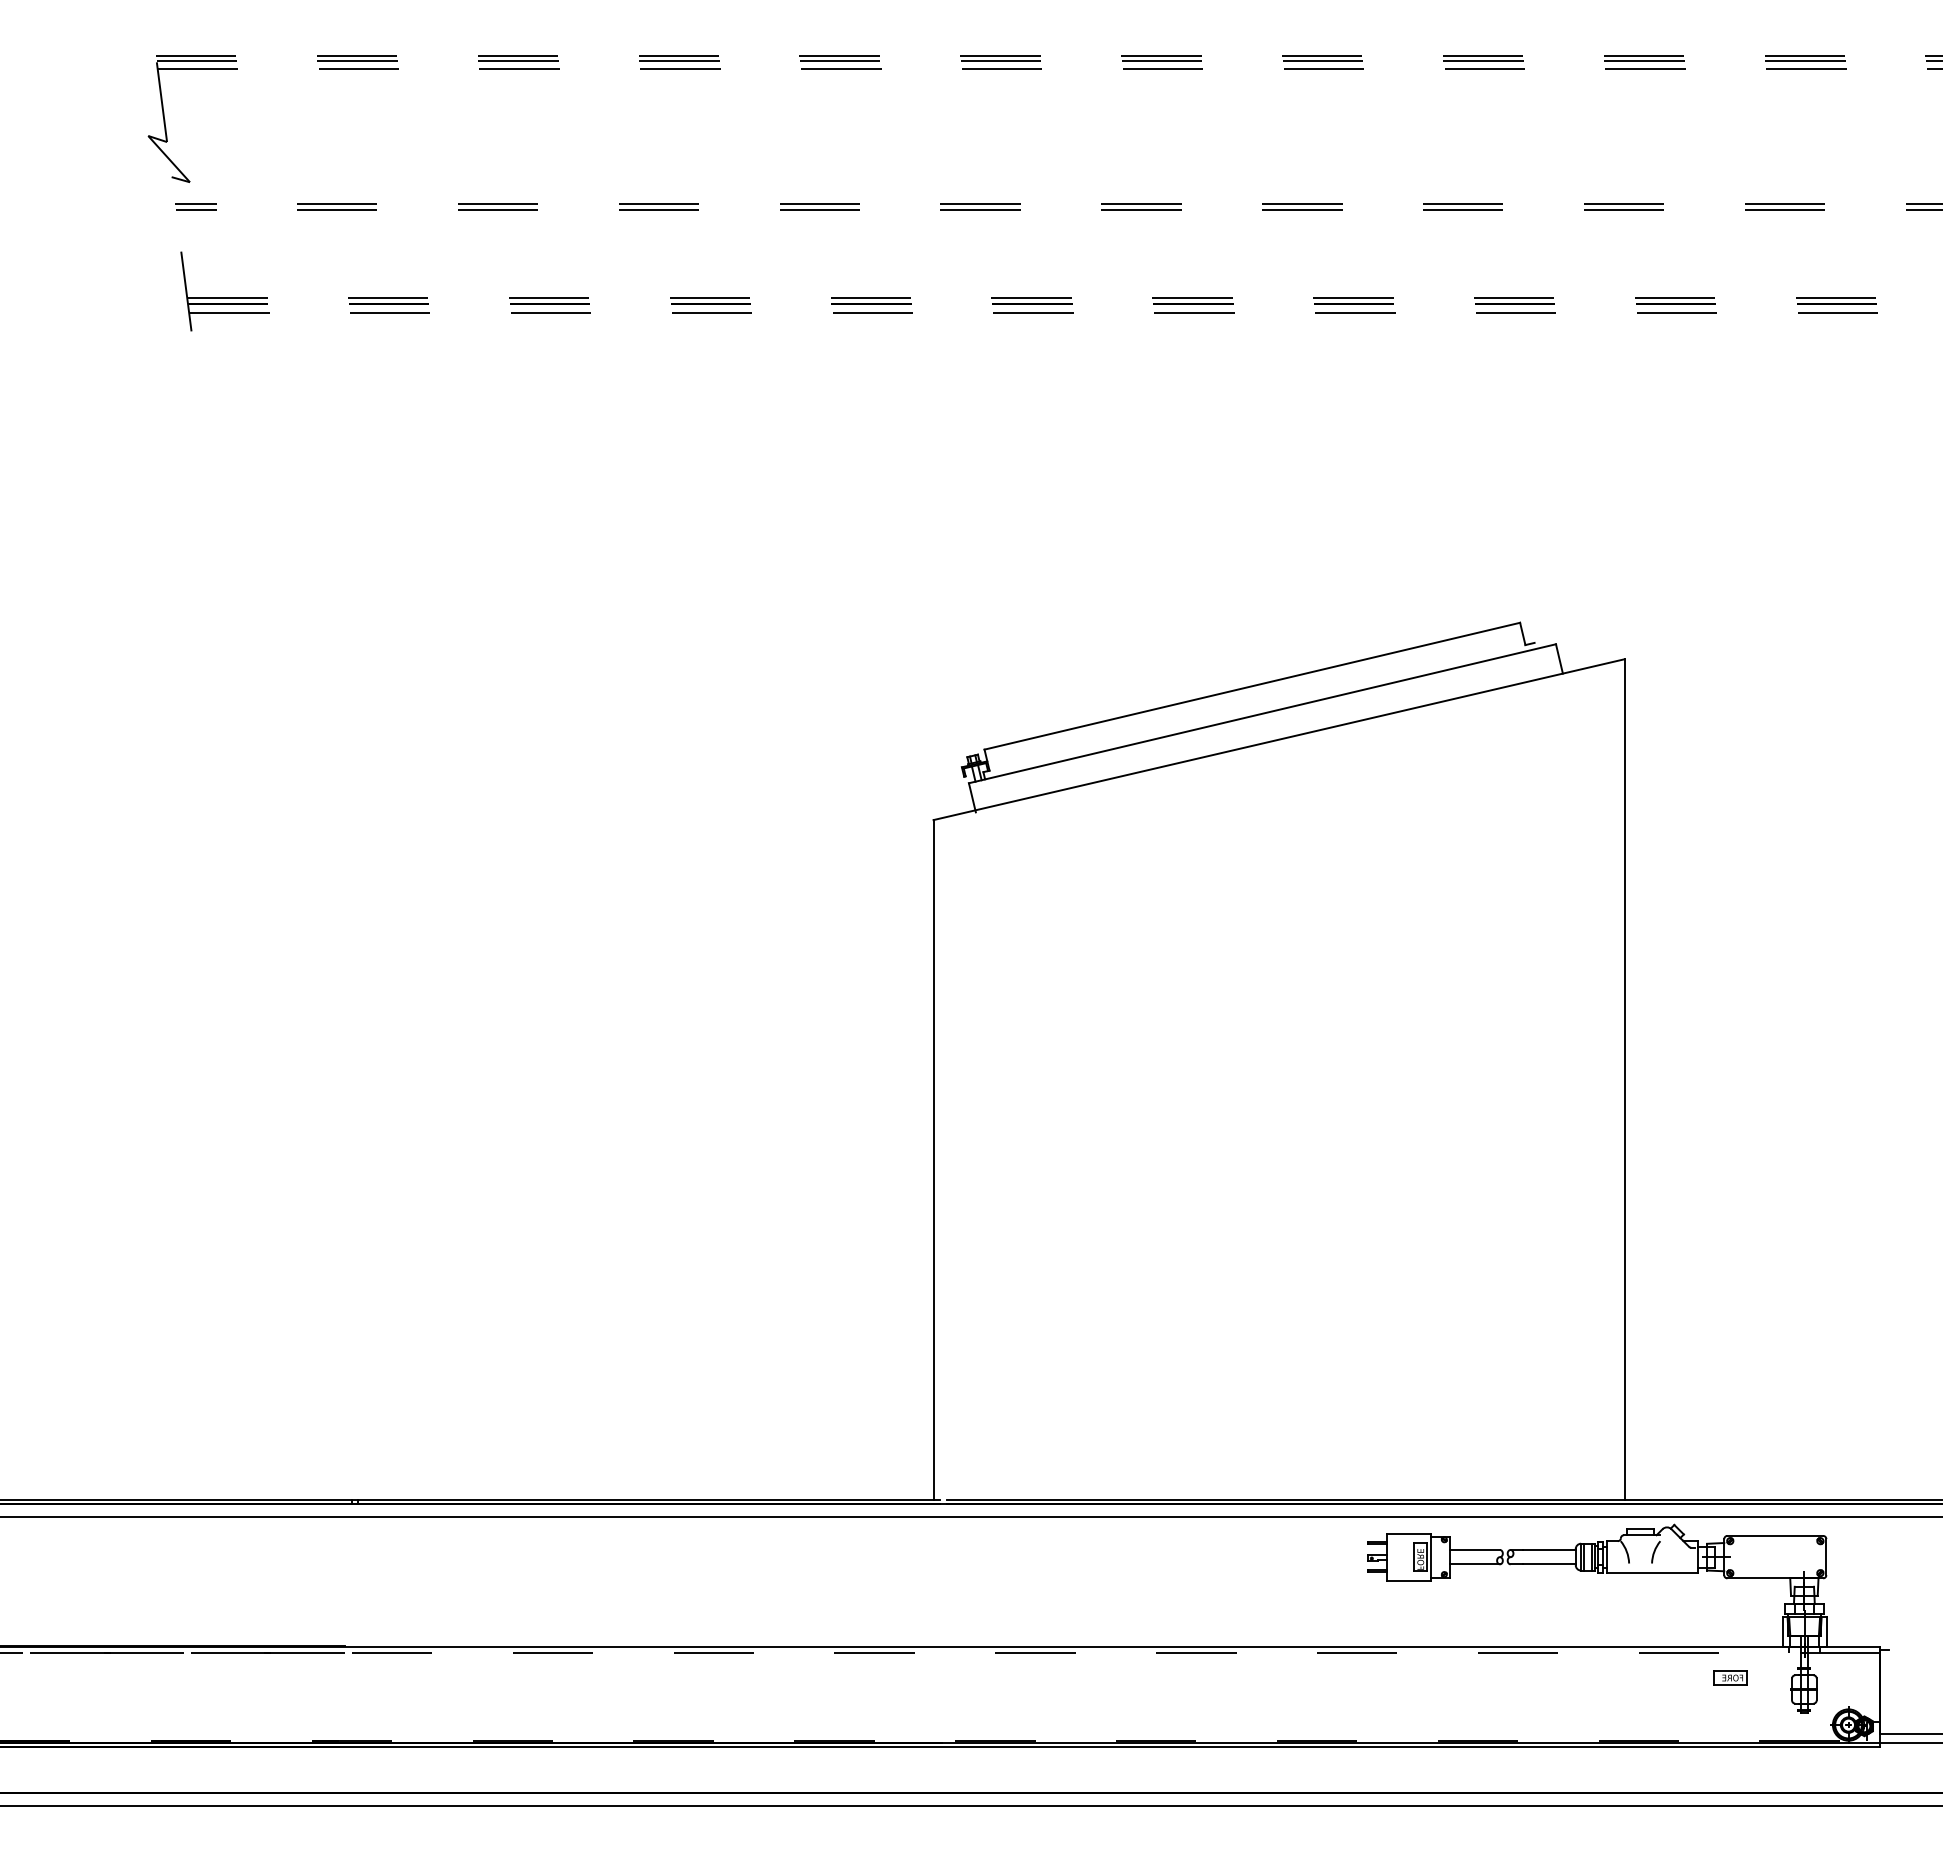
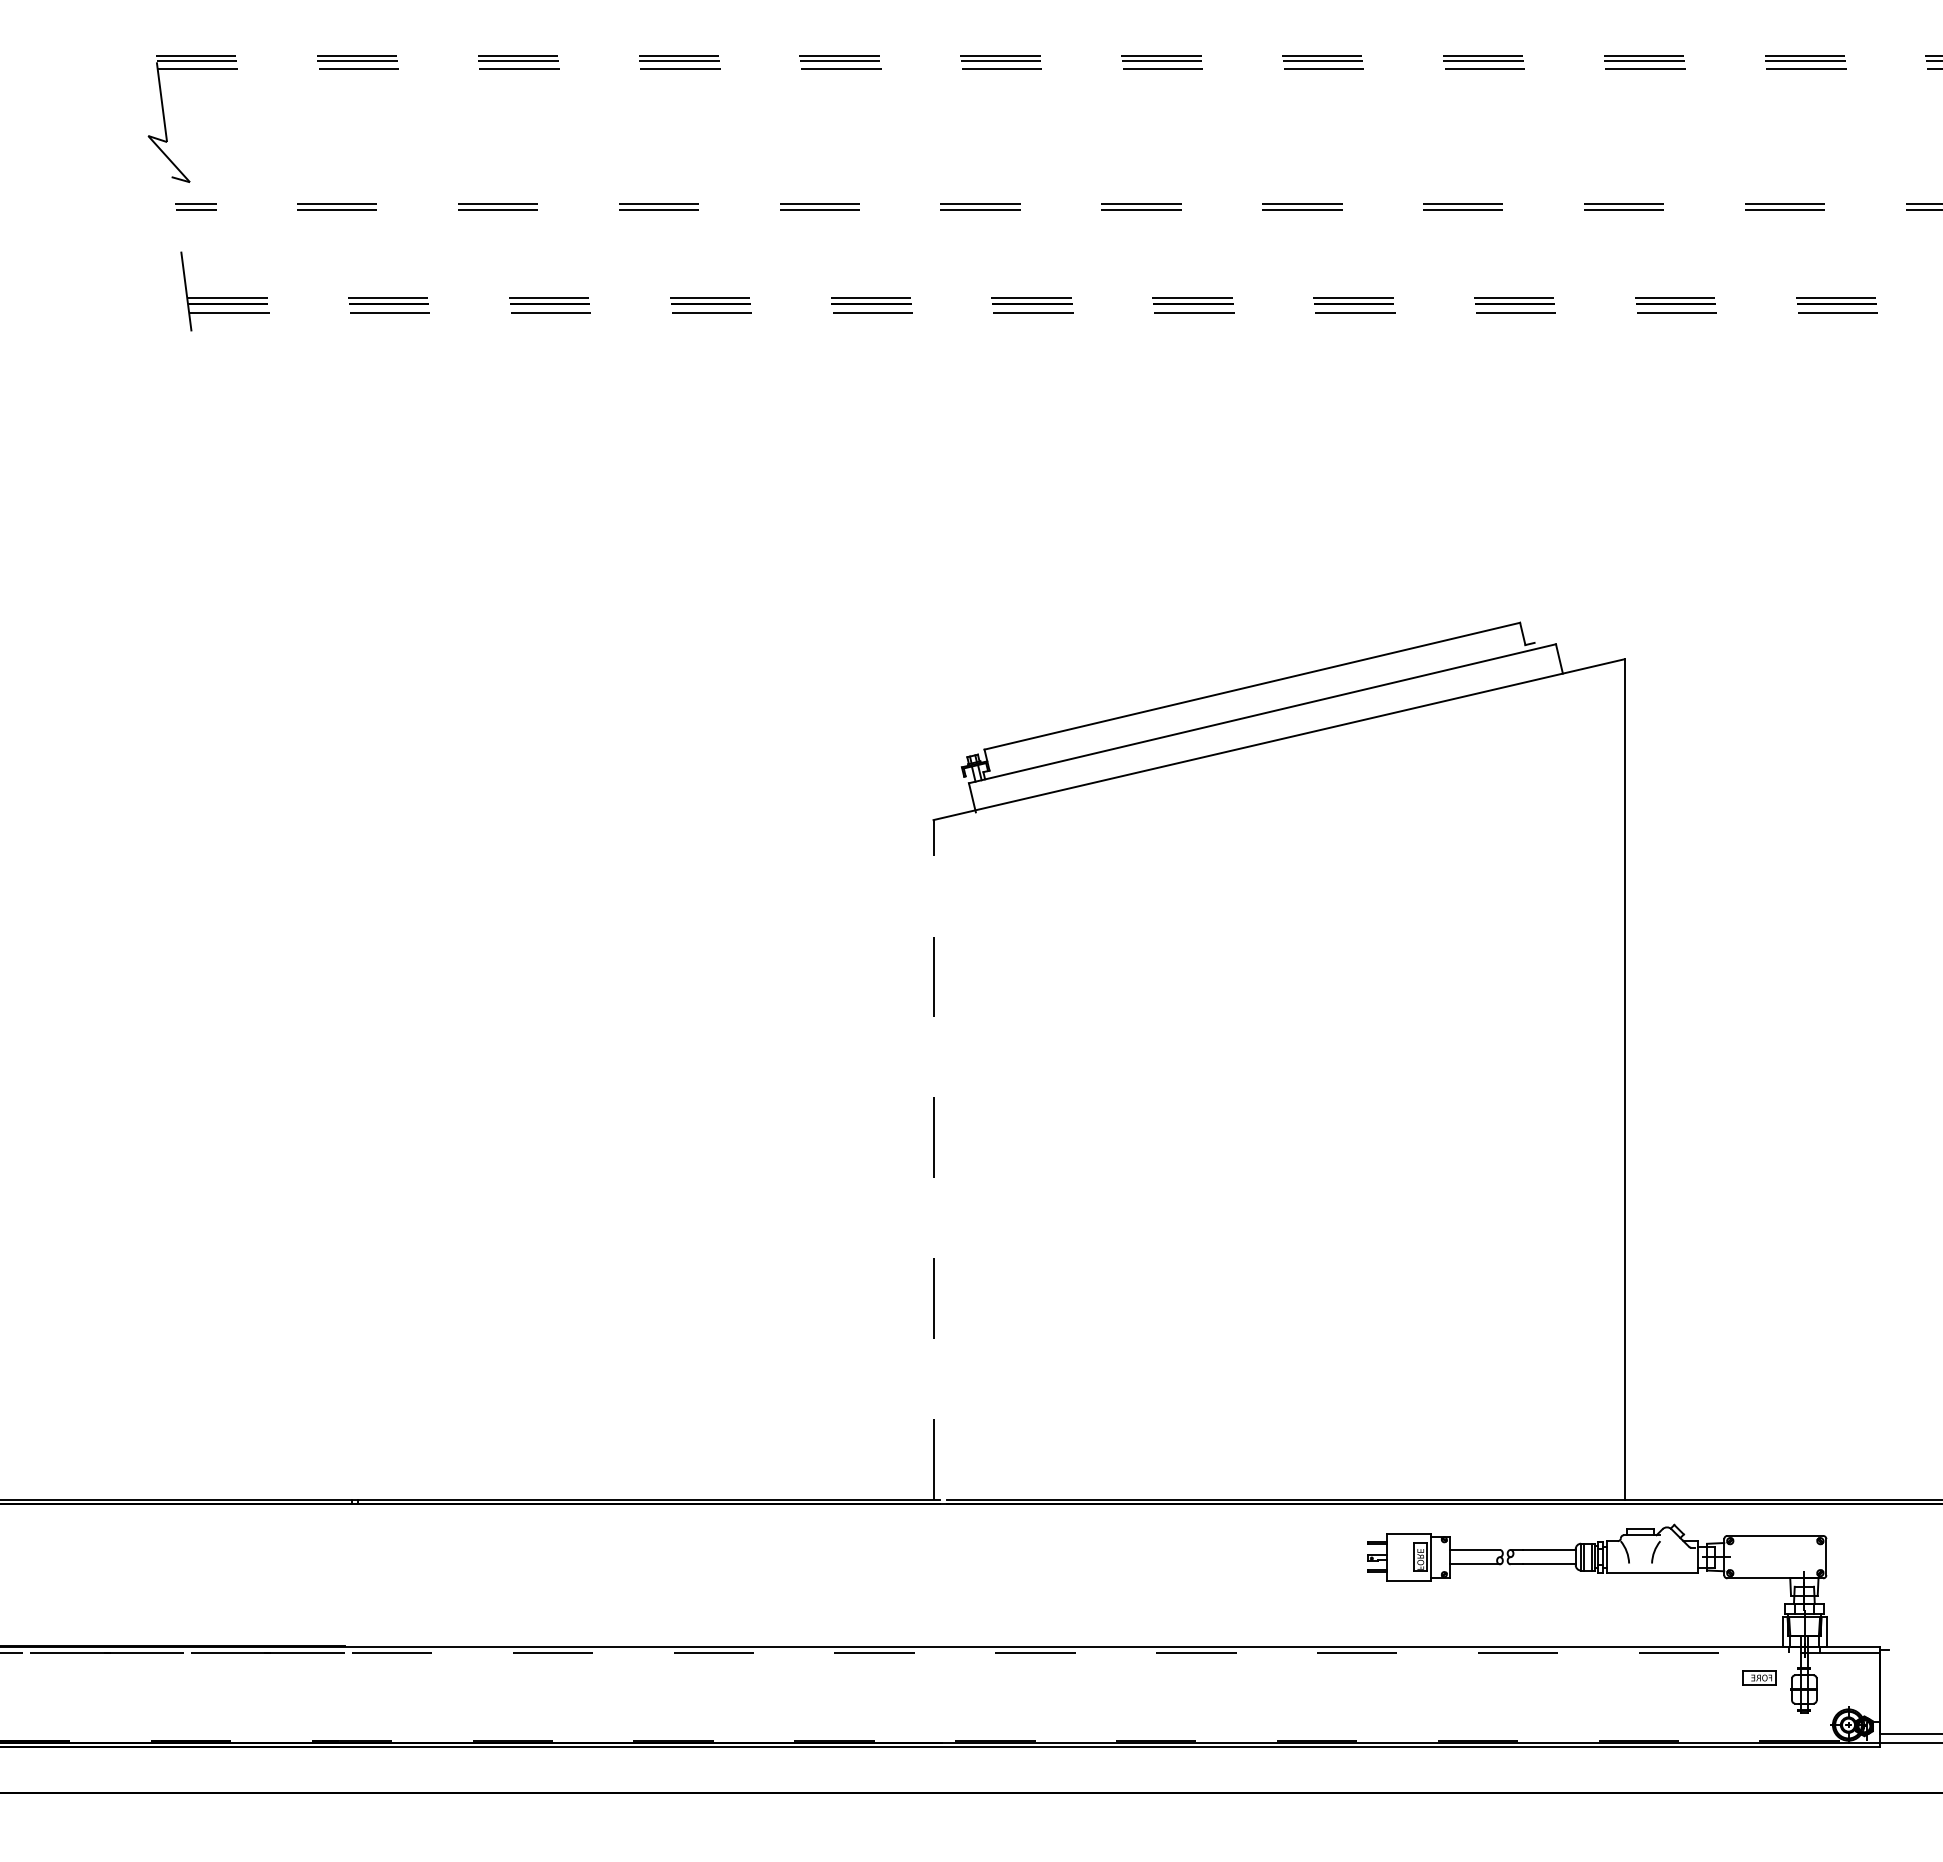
line at (933, 1159): solid -> dashed
line at (970, 1516): present -> none
part at (1730, 1677) position: (1730, 1677) -> (1759, 1677)
line at (970, 1805): present -> none
